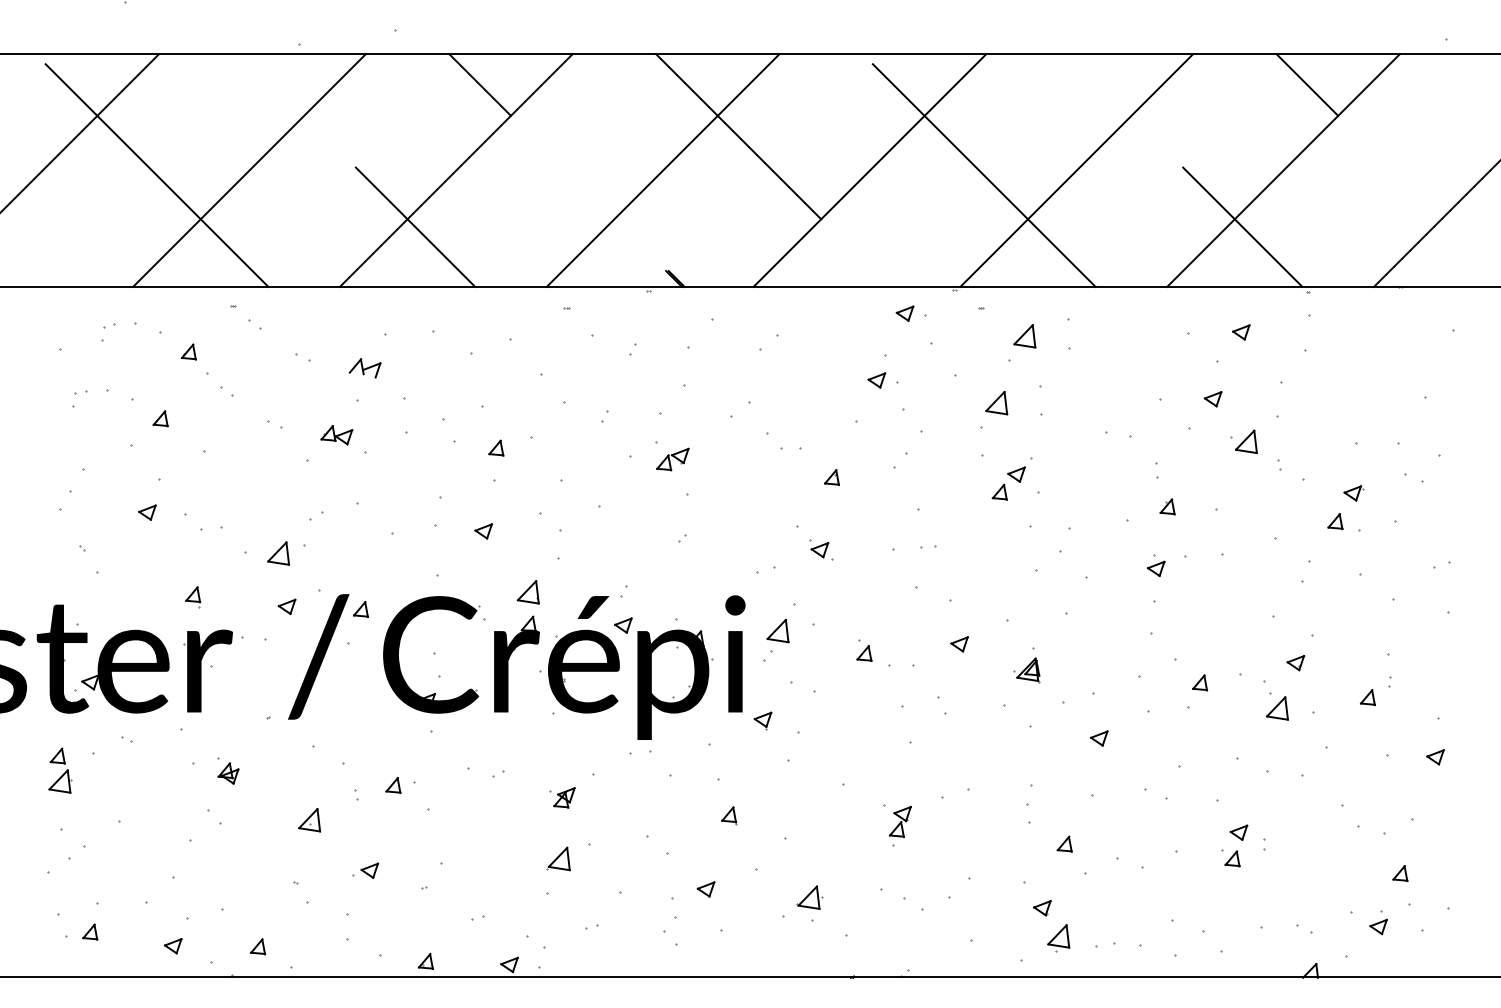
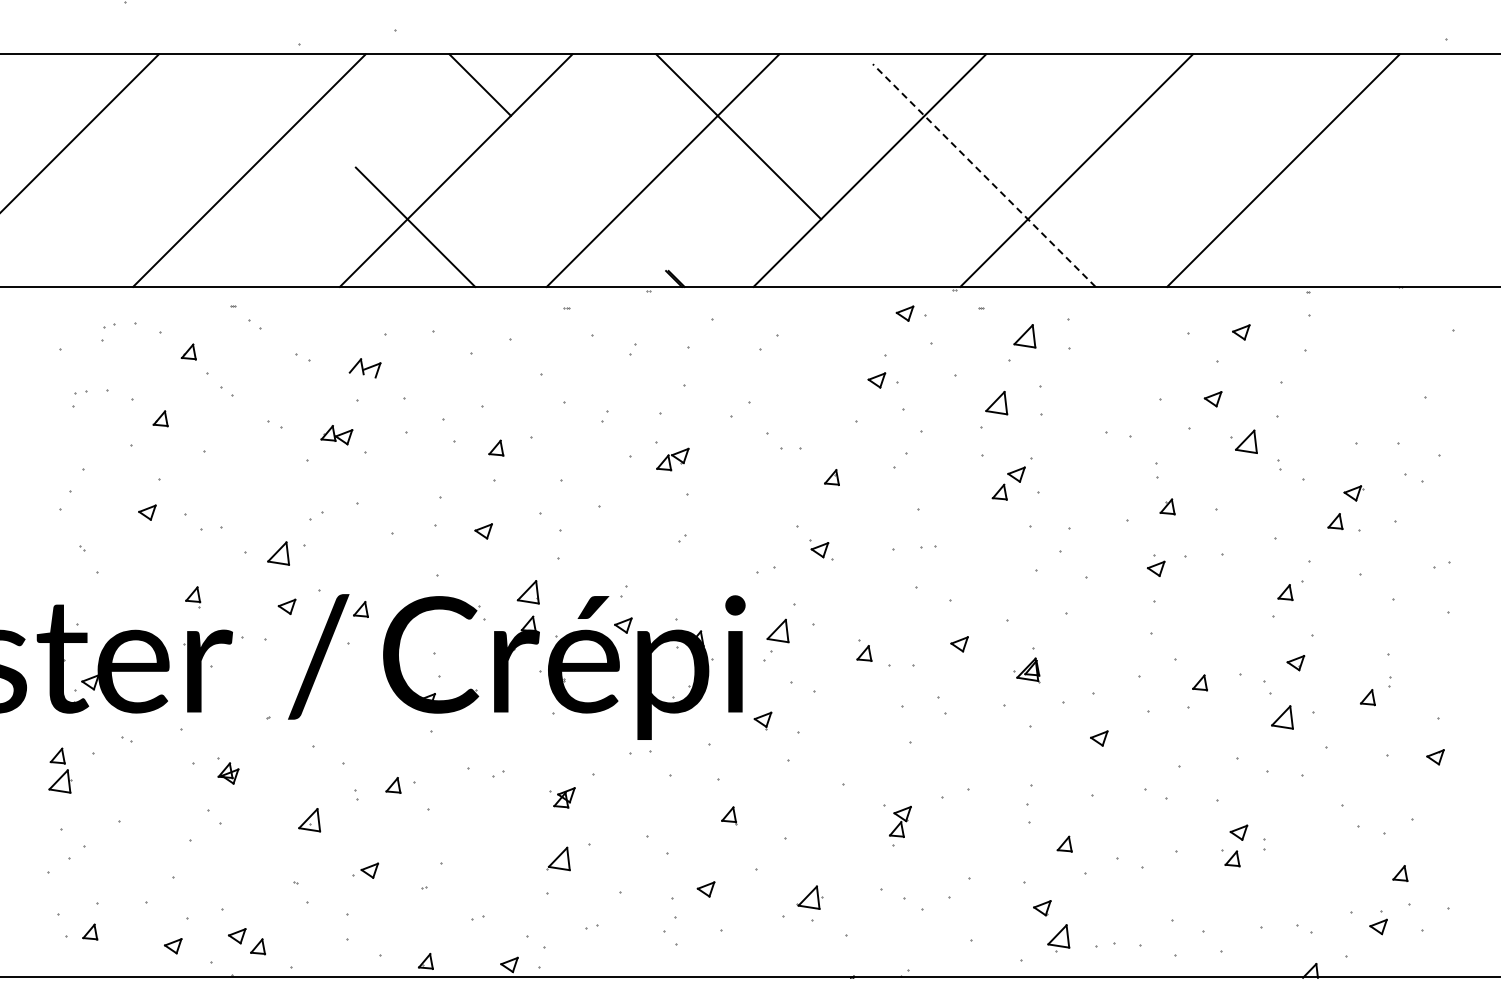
line at (1307, 84): present -> none
line at (156, 175): present -> none
line at (984, 175): solid -> dashed
line at (1435, 224): present -> none
line at (1242, 226): present -> none
part at (1285, 592): none -> present
part at (1277, 708) position: (1277, 708) -> (1282, 717)
part at (236, 936): none -> present
